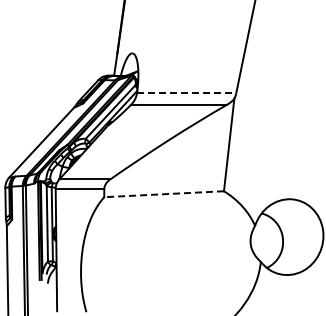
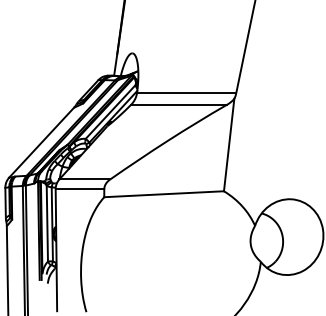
line at (186, 93): dashed -> solid
line at (164, 194): dashed -> solid
